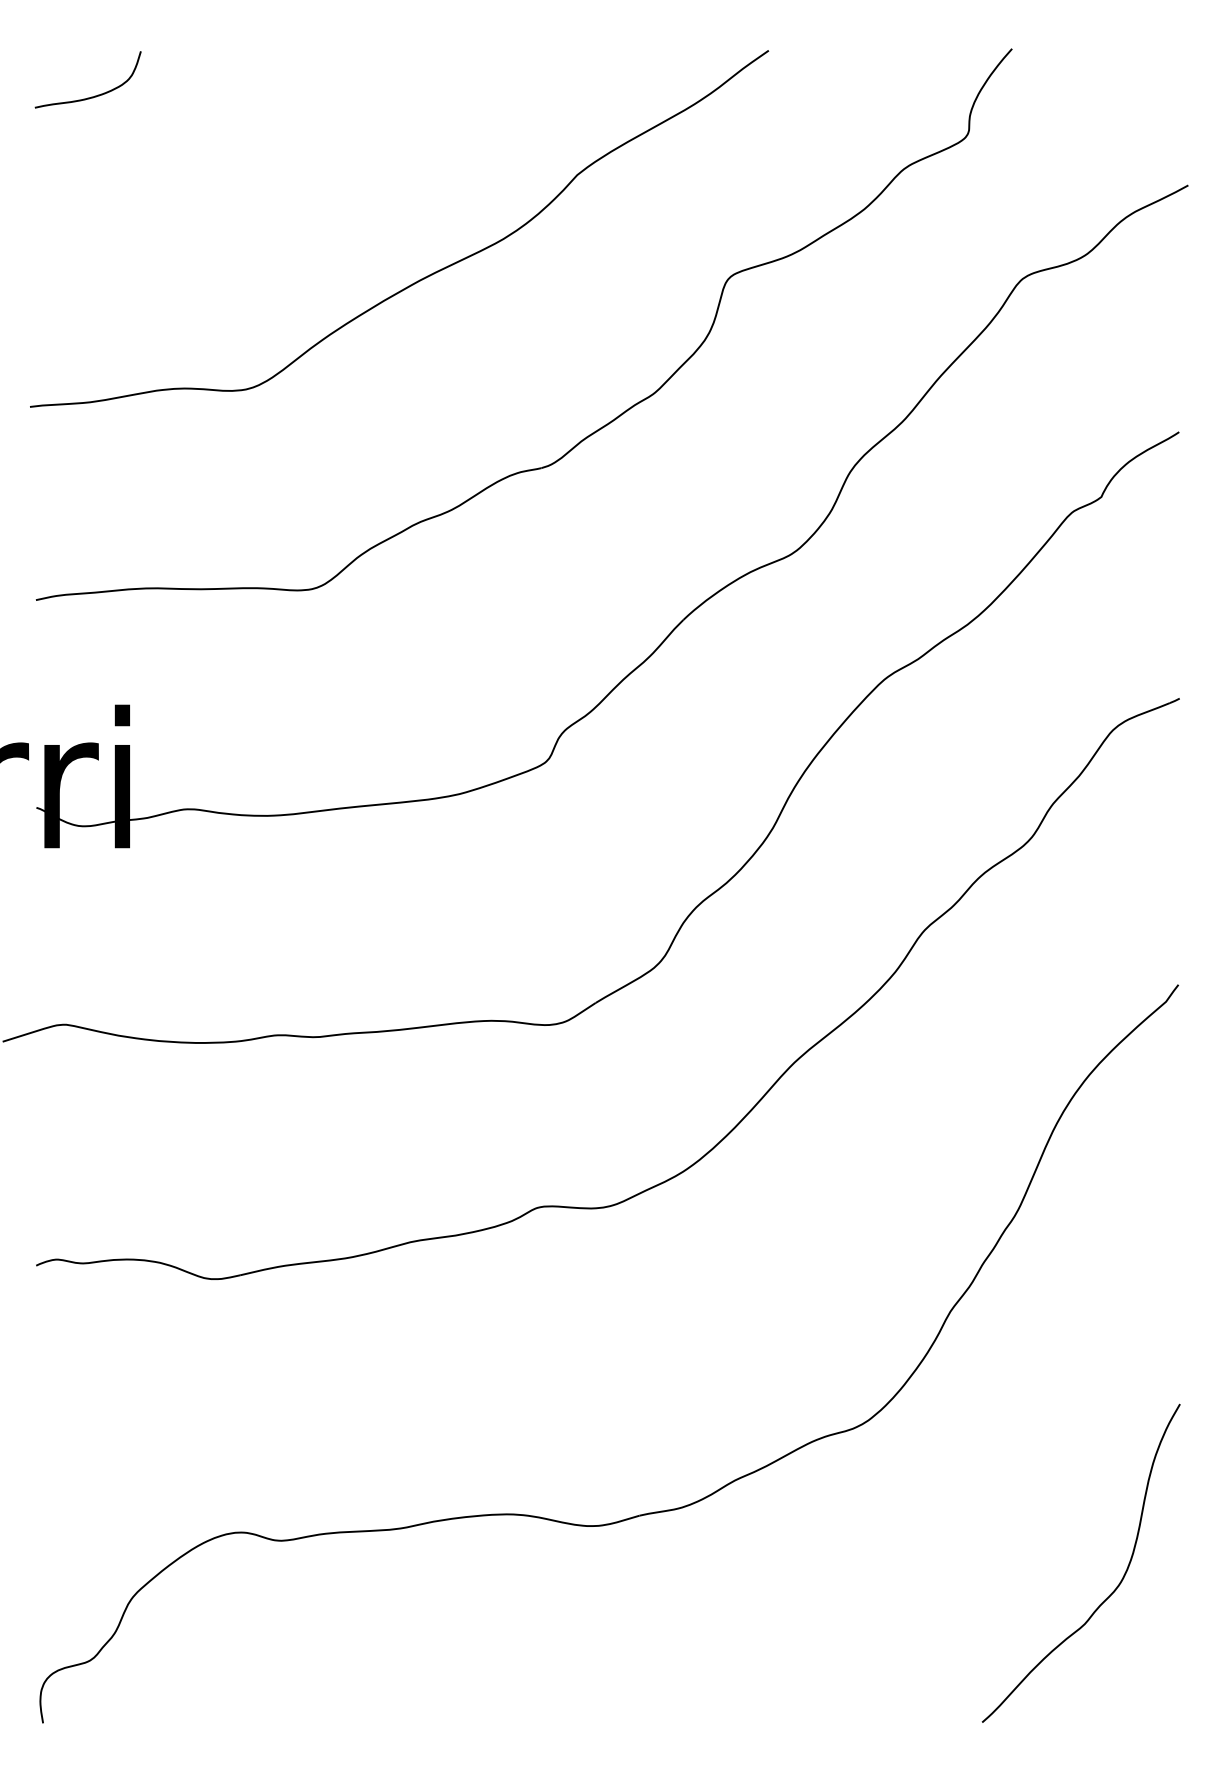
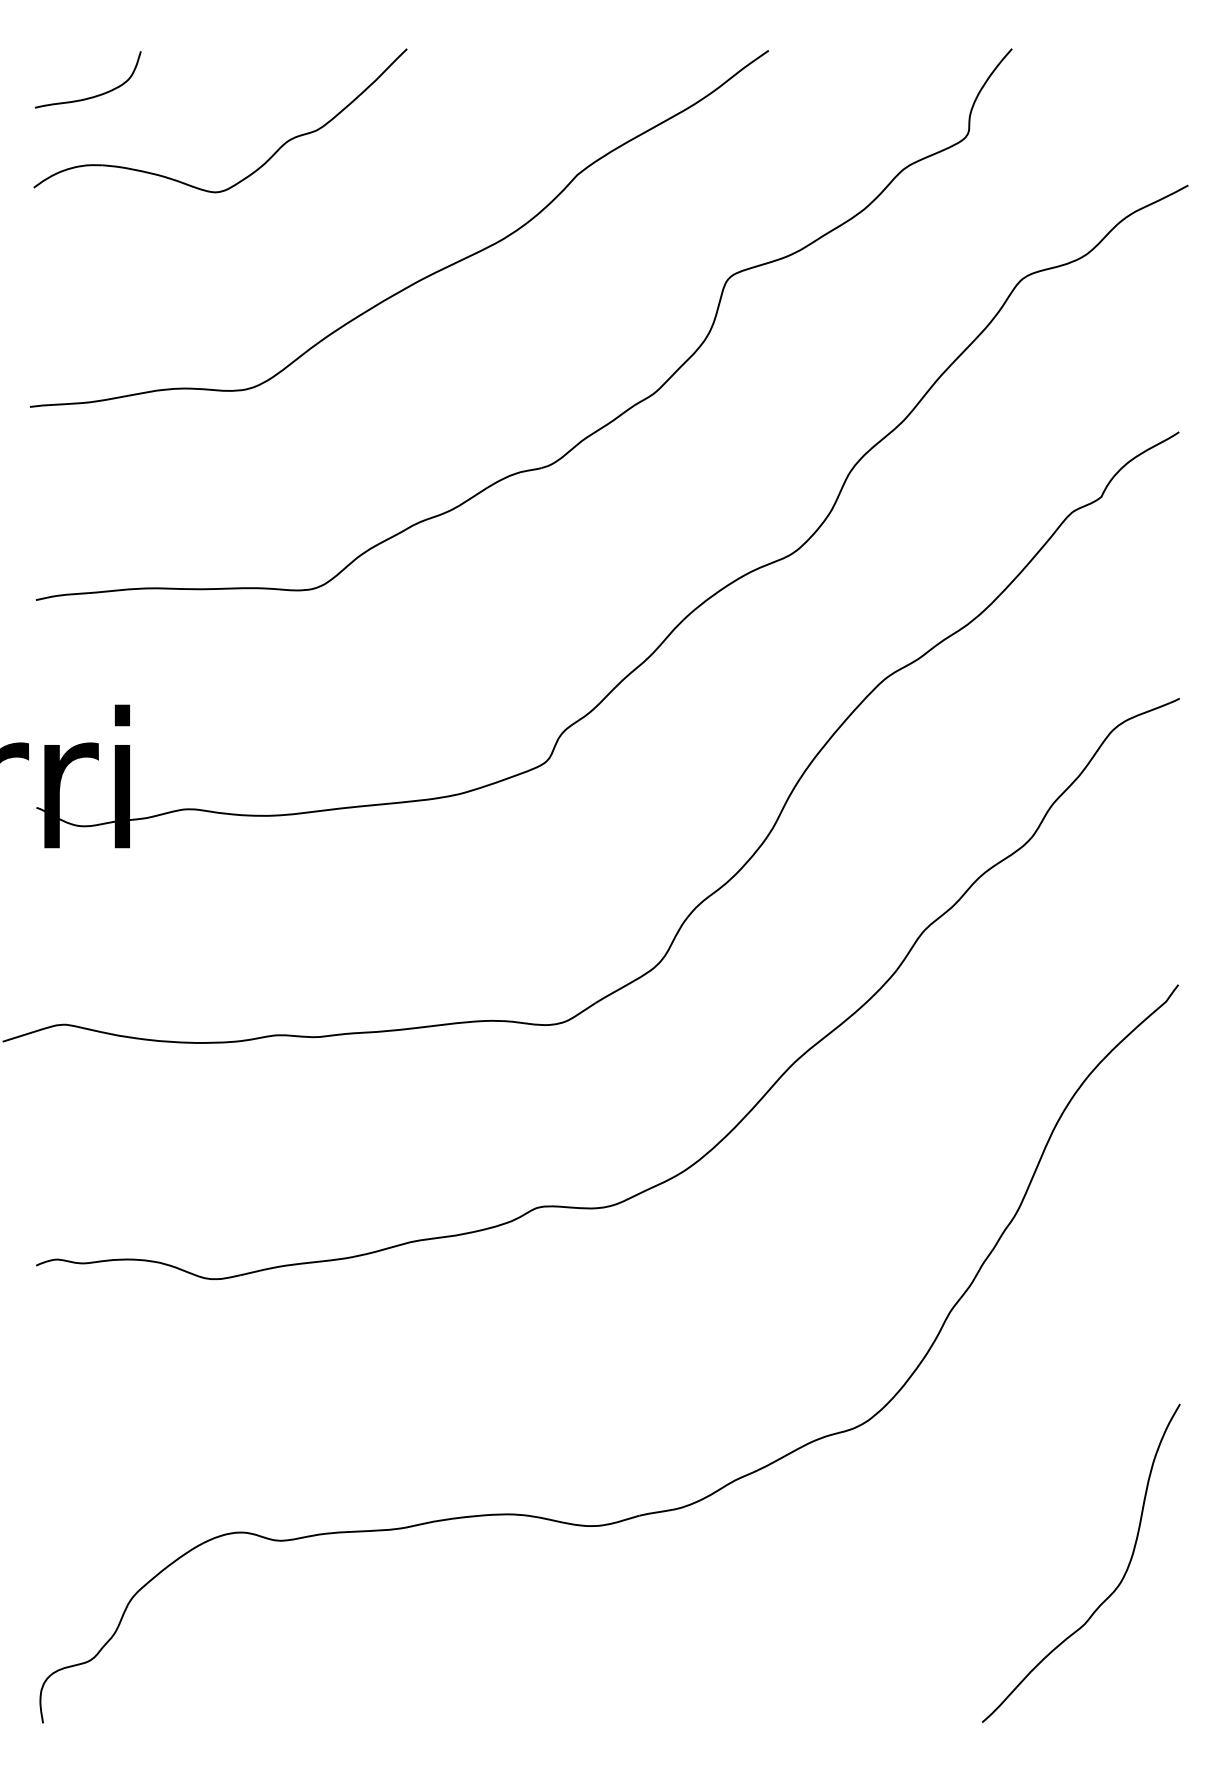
part at (259, 166): none -> present
